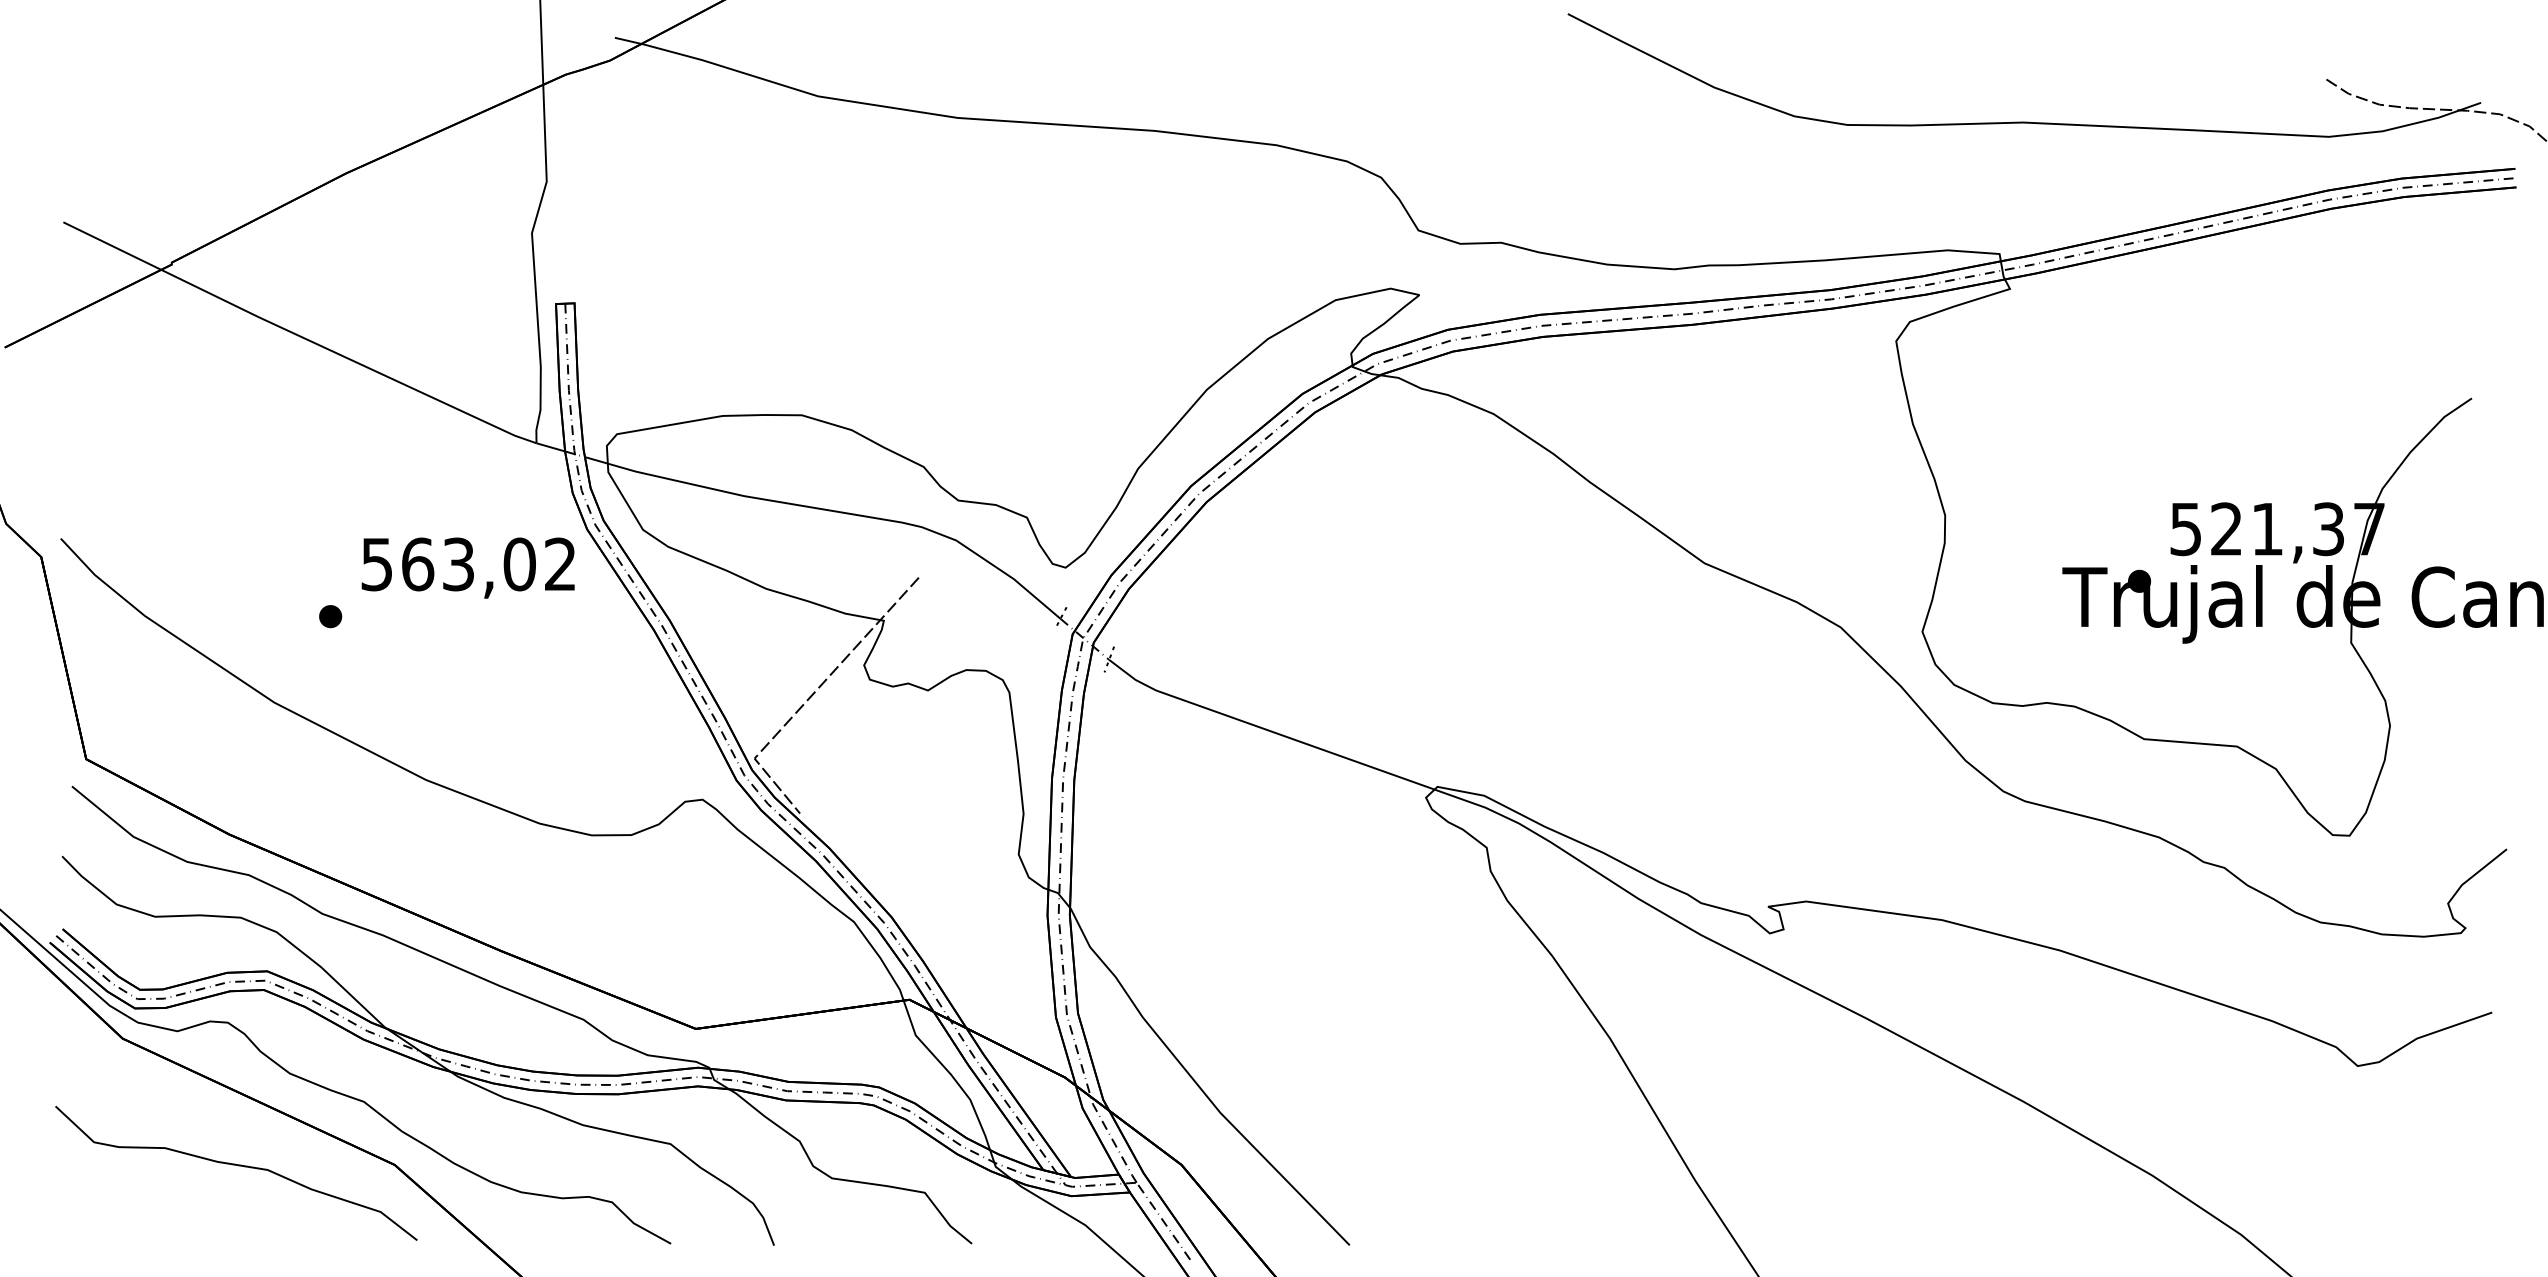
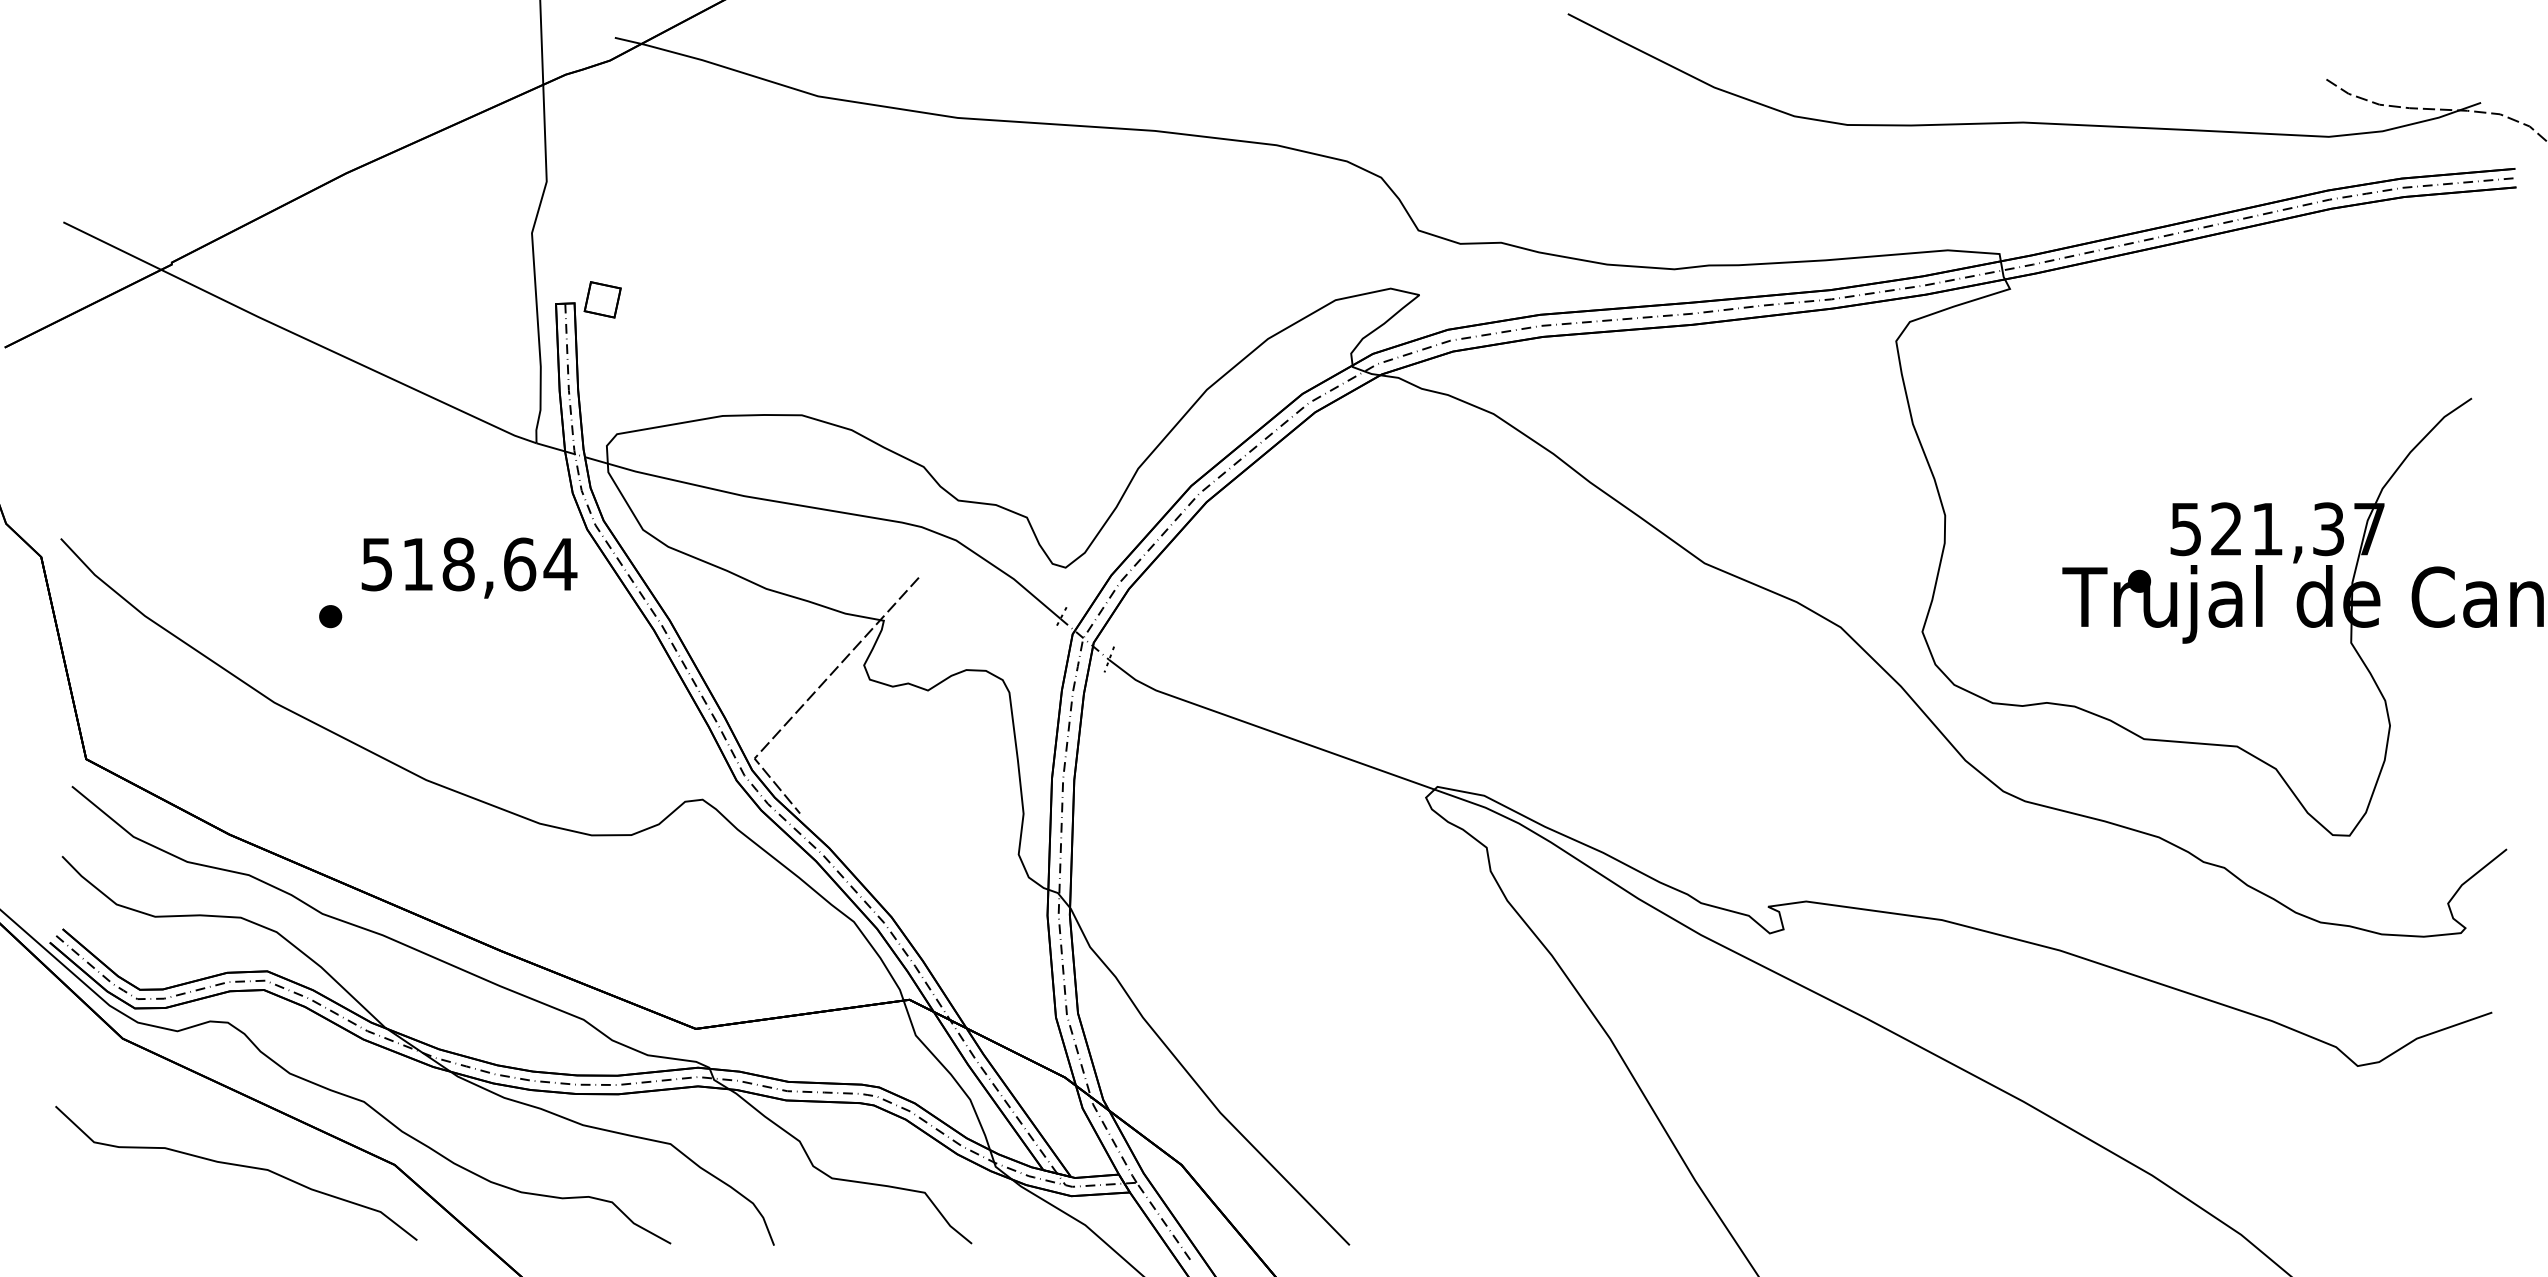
part at (602, 299): none -> present
text at (489, 564): 563,02 -> 518,64
